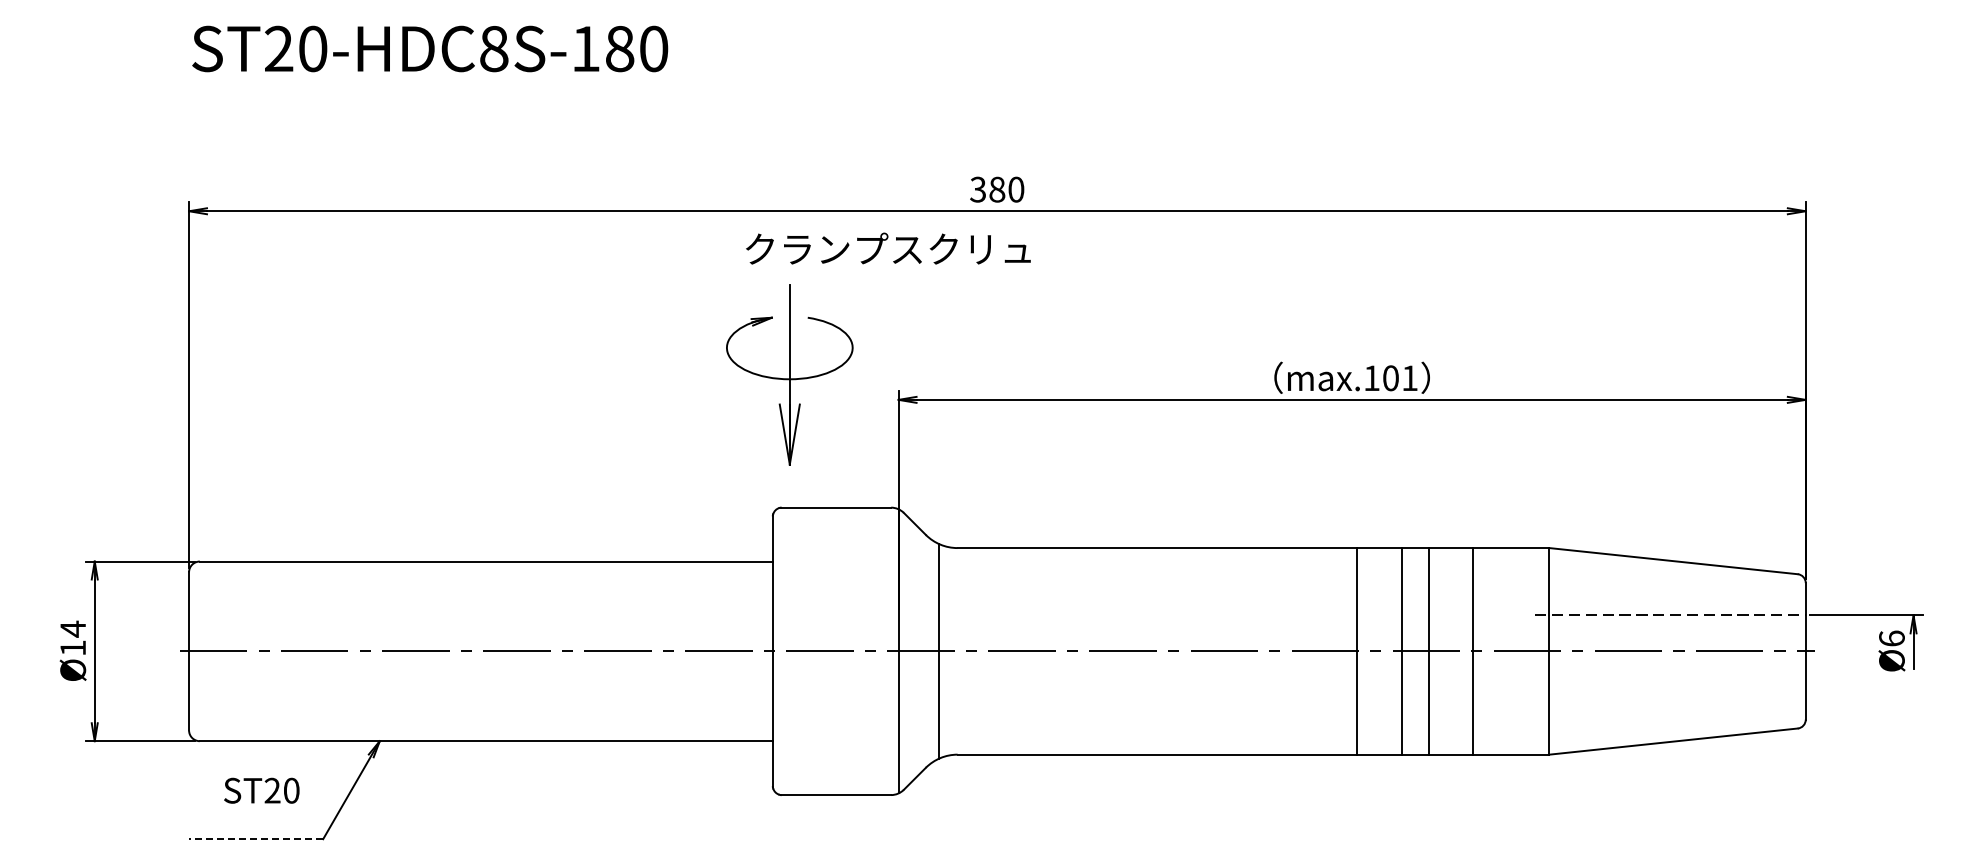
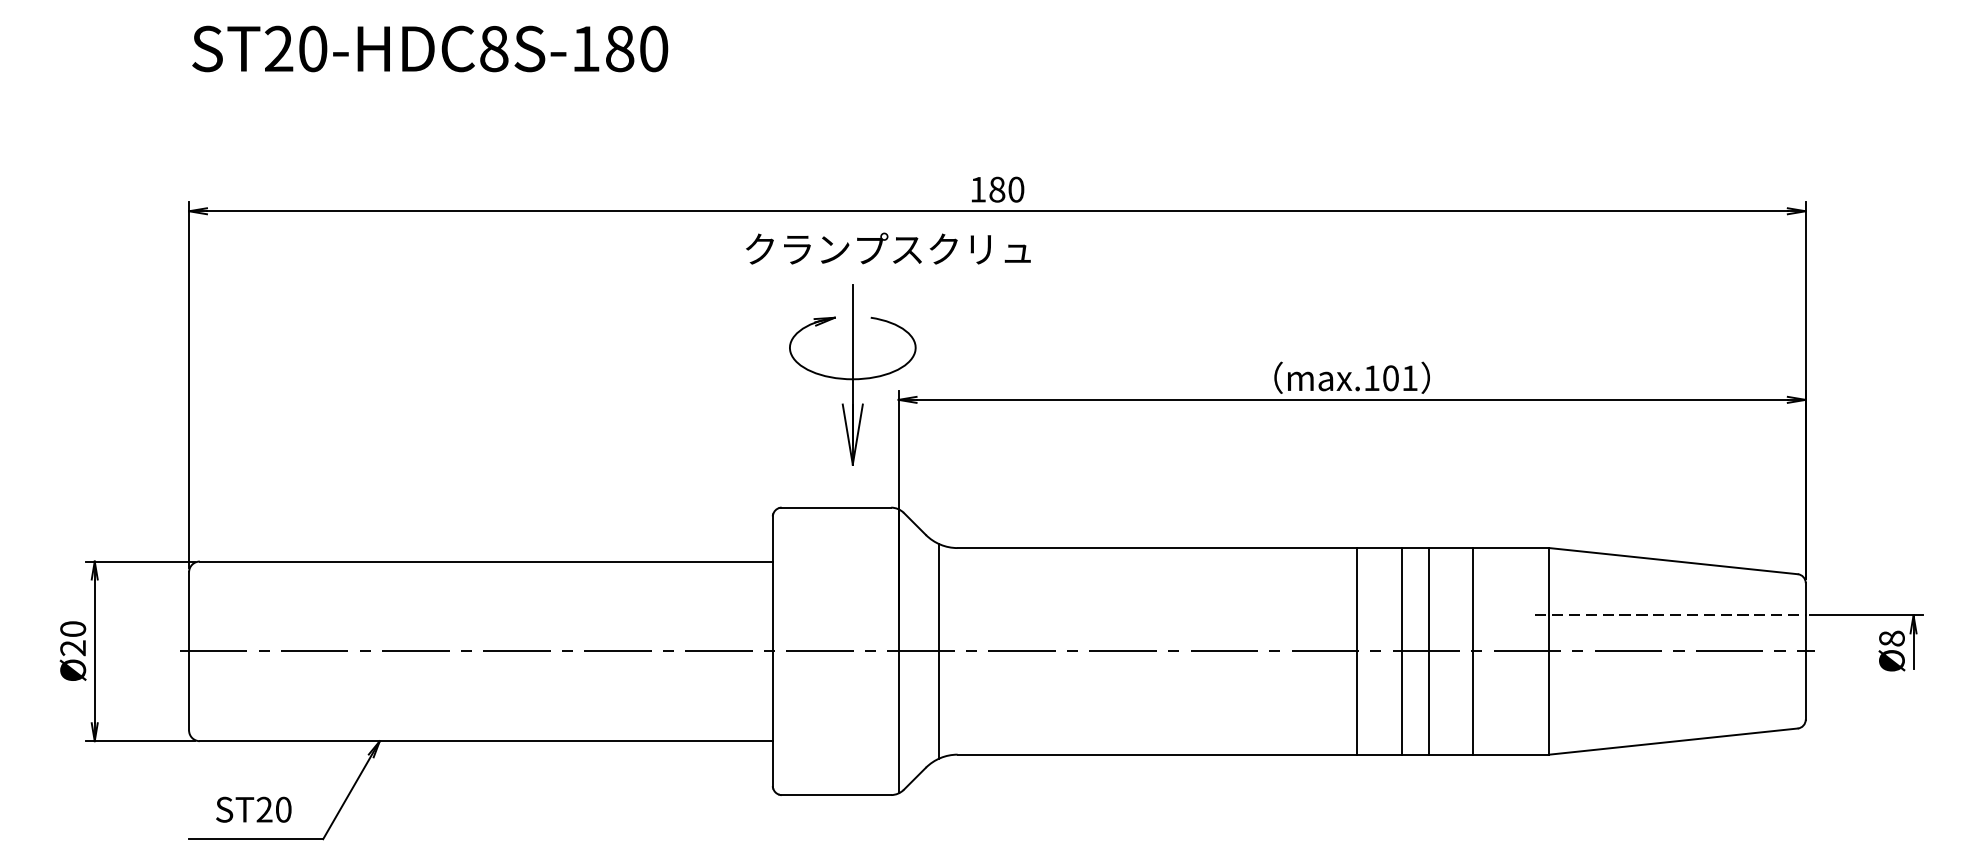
text at (977, 189): 380 -> 180
part at (789, 374) position: (789, 374) -> (852, 374)
text at (73, 638): 14 -> 20
text at (1891, 638): 6 -> 8
text at (261, 790) position: (261, 790) -> (253, 809)
line at (255, 839): dashed -> solid
